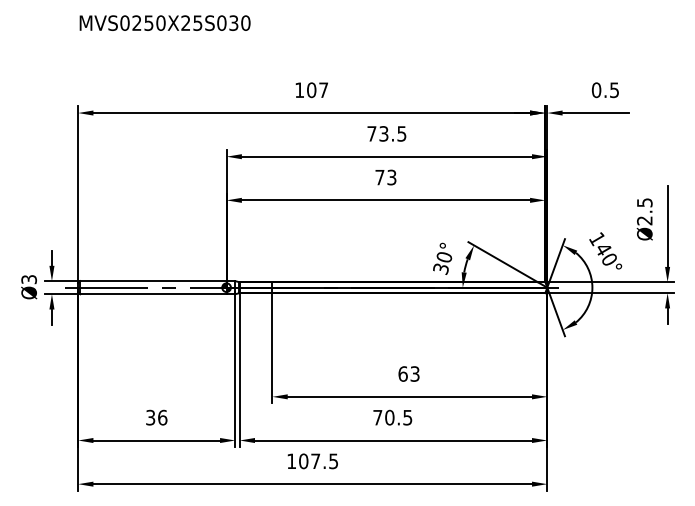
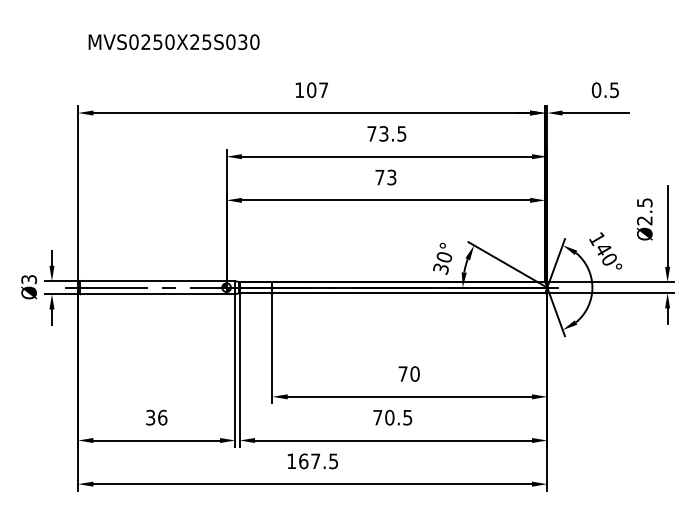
text at (164, 22) position: (164, 22) -> (173, 41)
text at (408, 373): 63 -> 70
text at (303, 460): 107.5 -> 167.5
